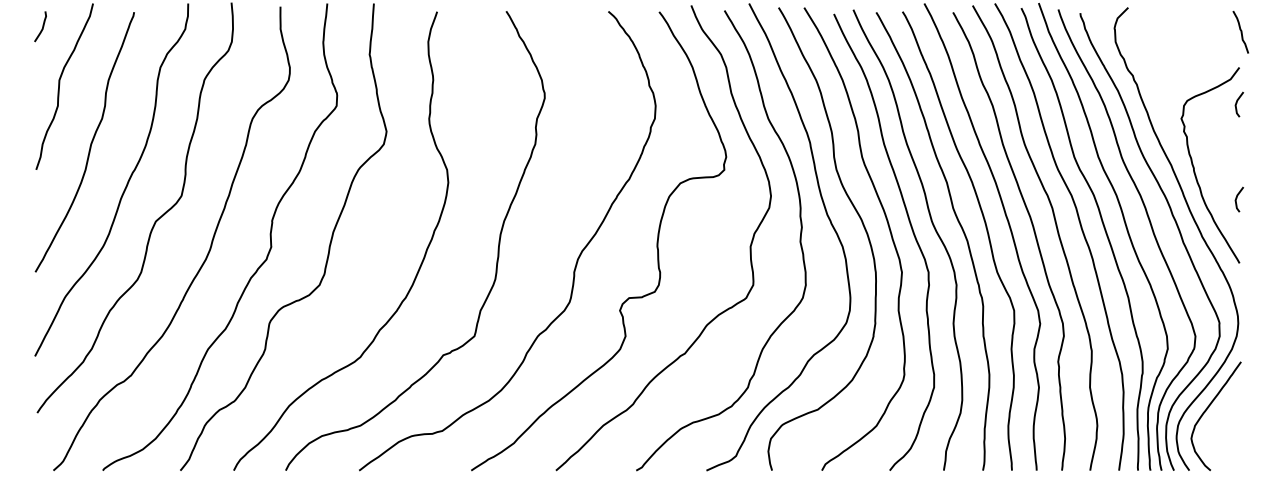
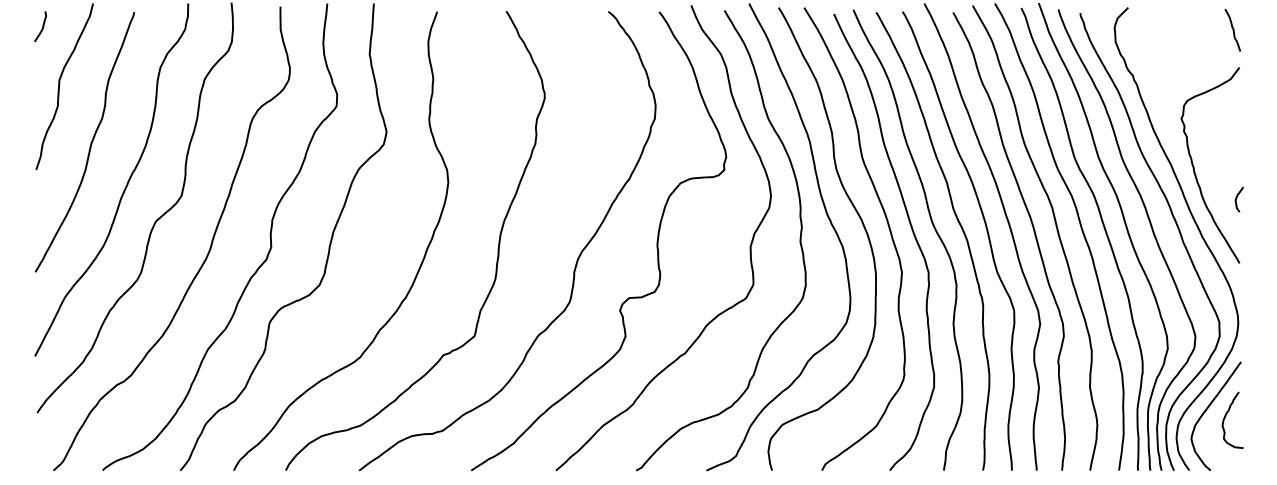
curve at (1240, 31) position: (1240, 31) -> (1232, 29)
line at (1237, 103): present -> none
curve at (1226, 416): none -> present
